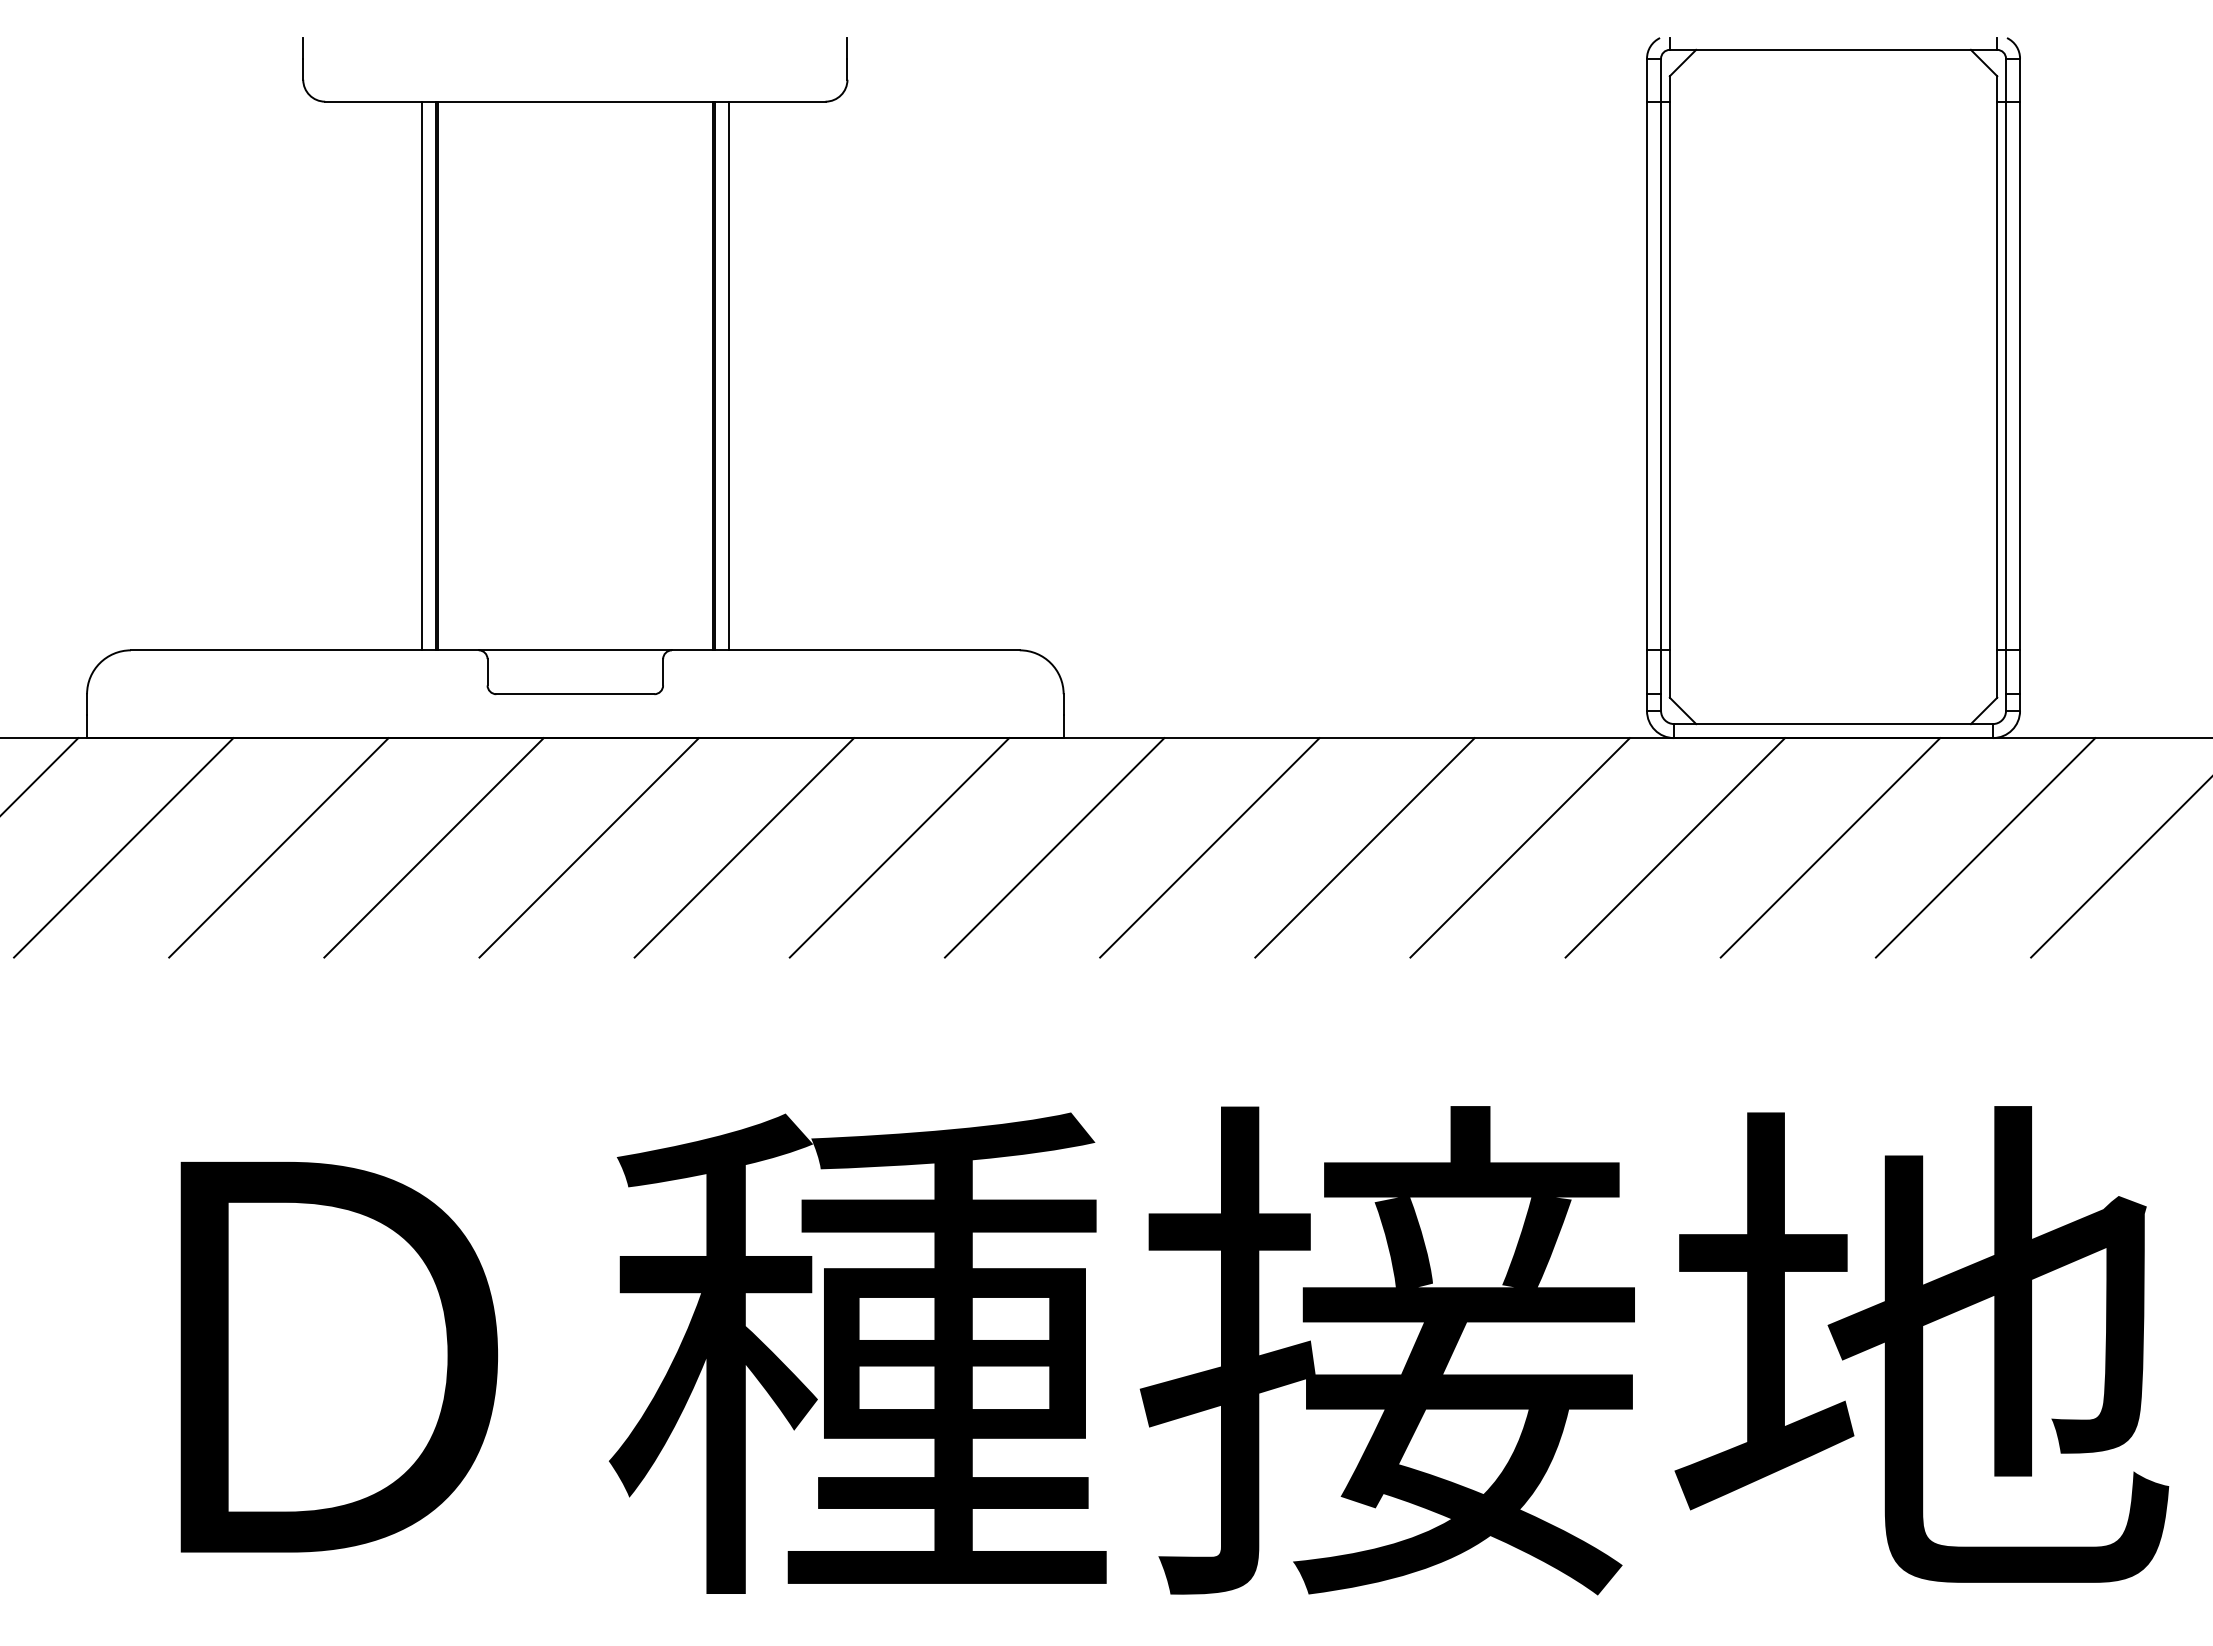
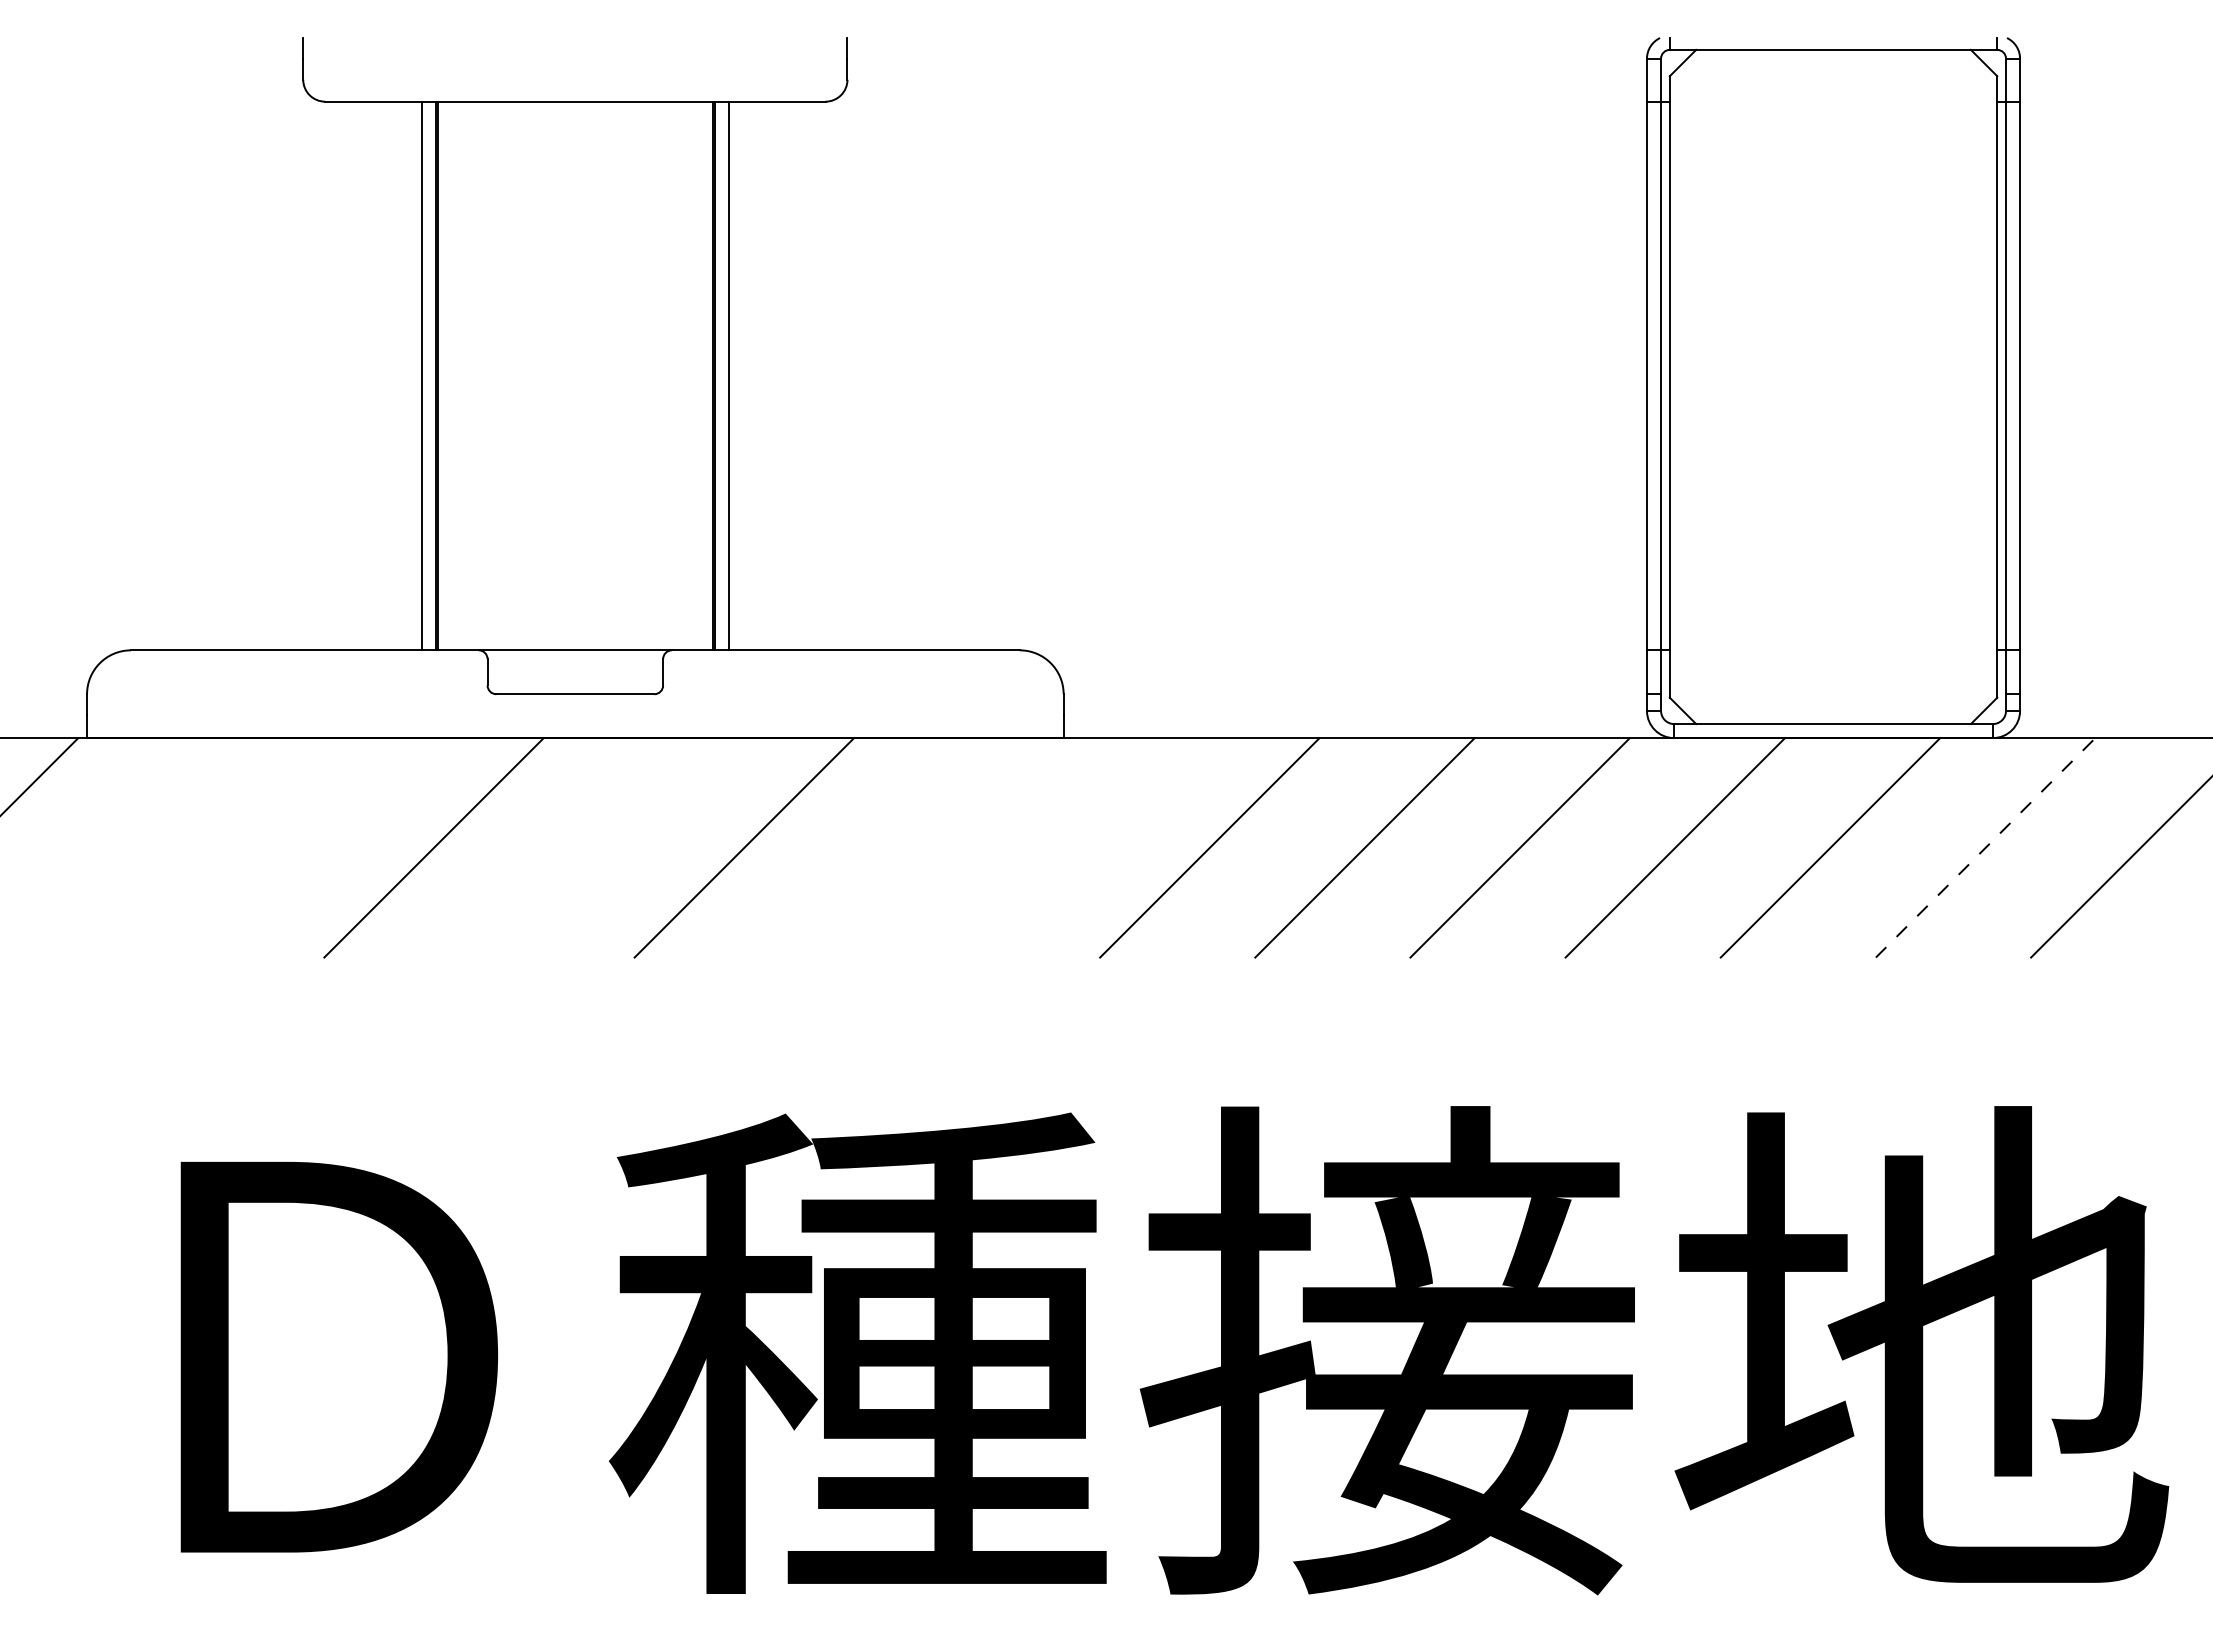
line at (123, 847): present -> none
line at (278, 847): present -> none
line at (588, 847): present -> none
line at (899, 847): present -> none
line at (1054, 847): present -> none
line at (1985, 847): solid -> dashed
